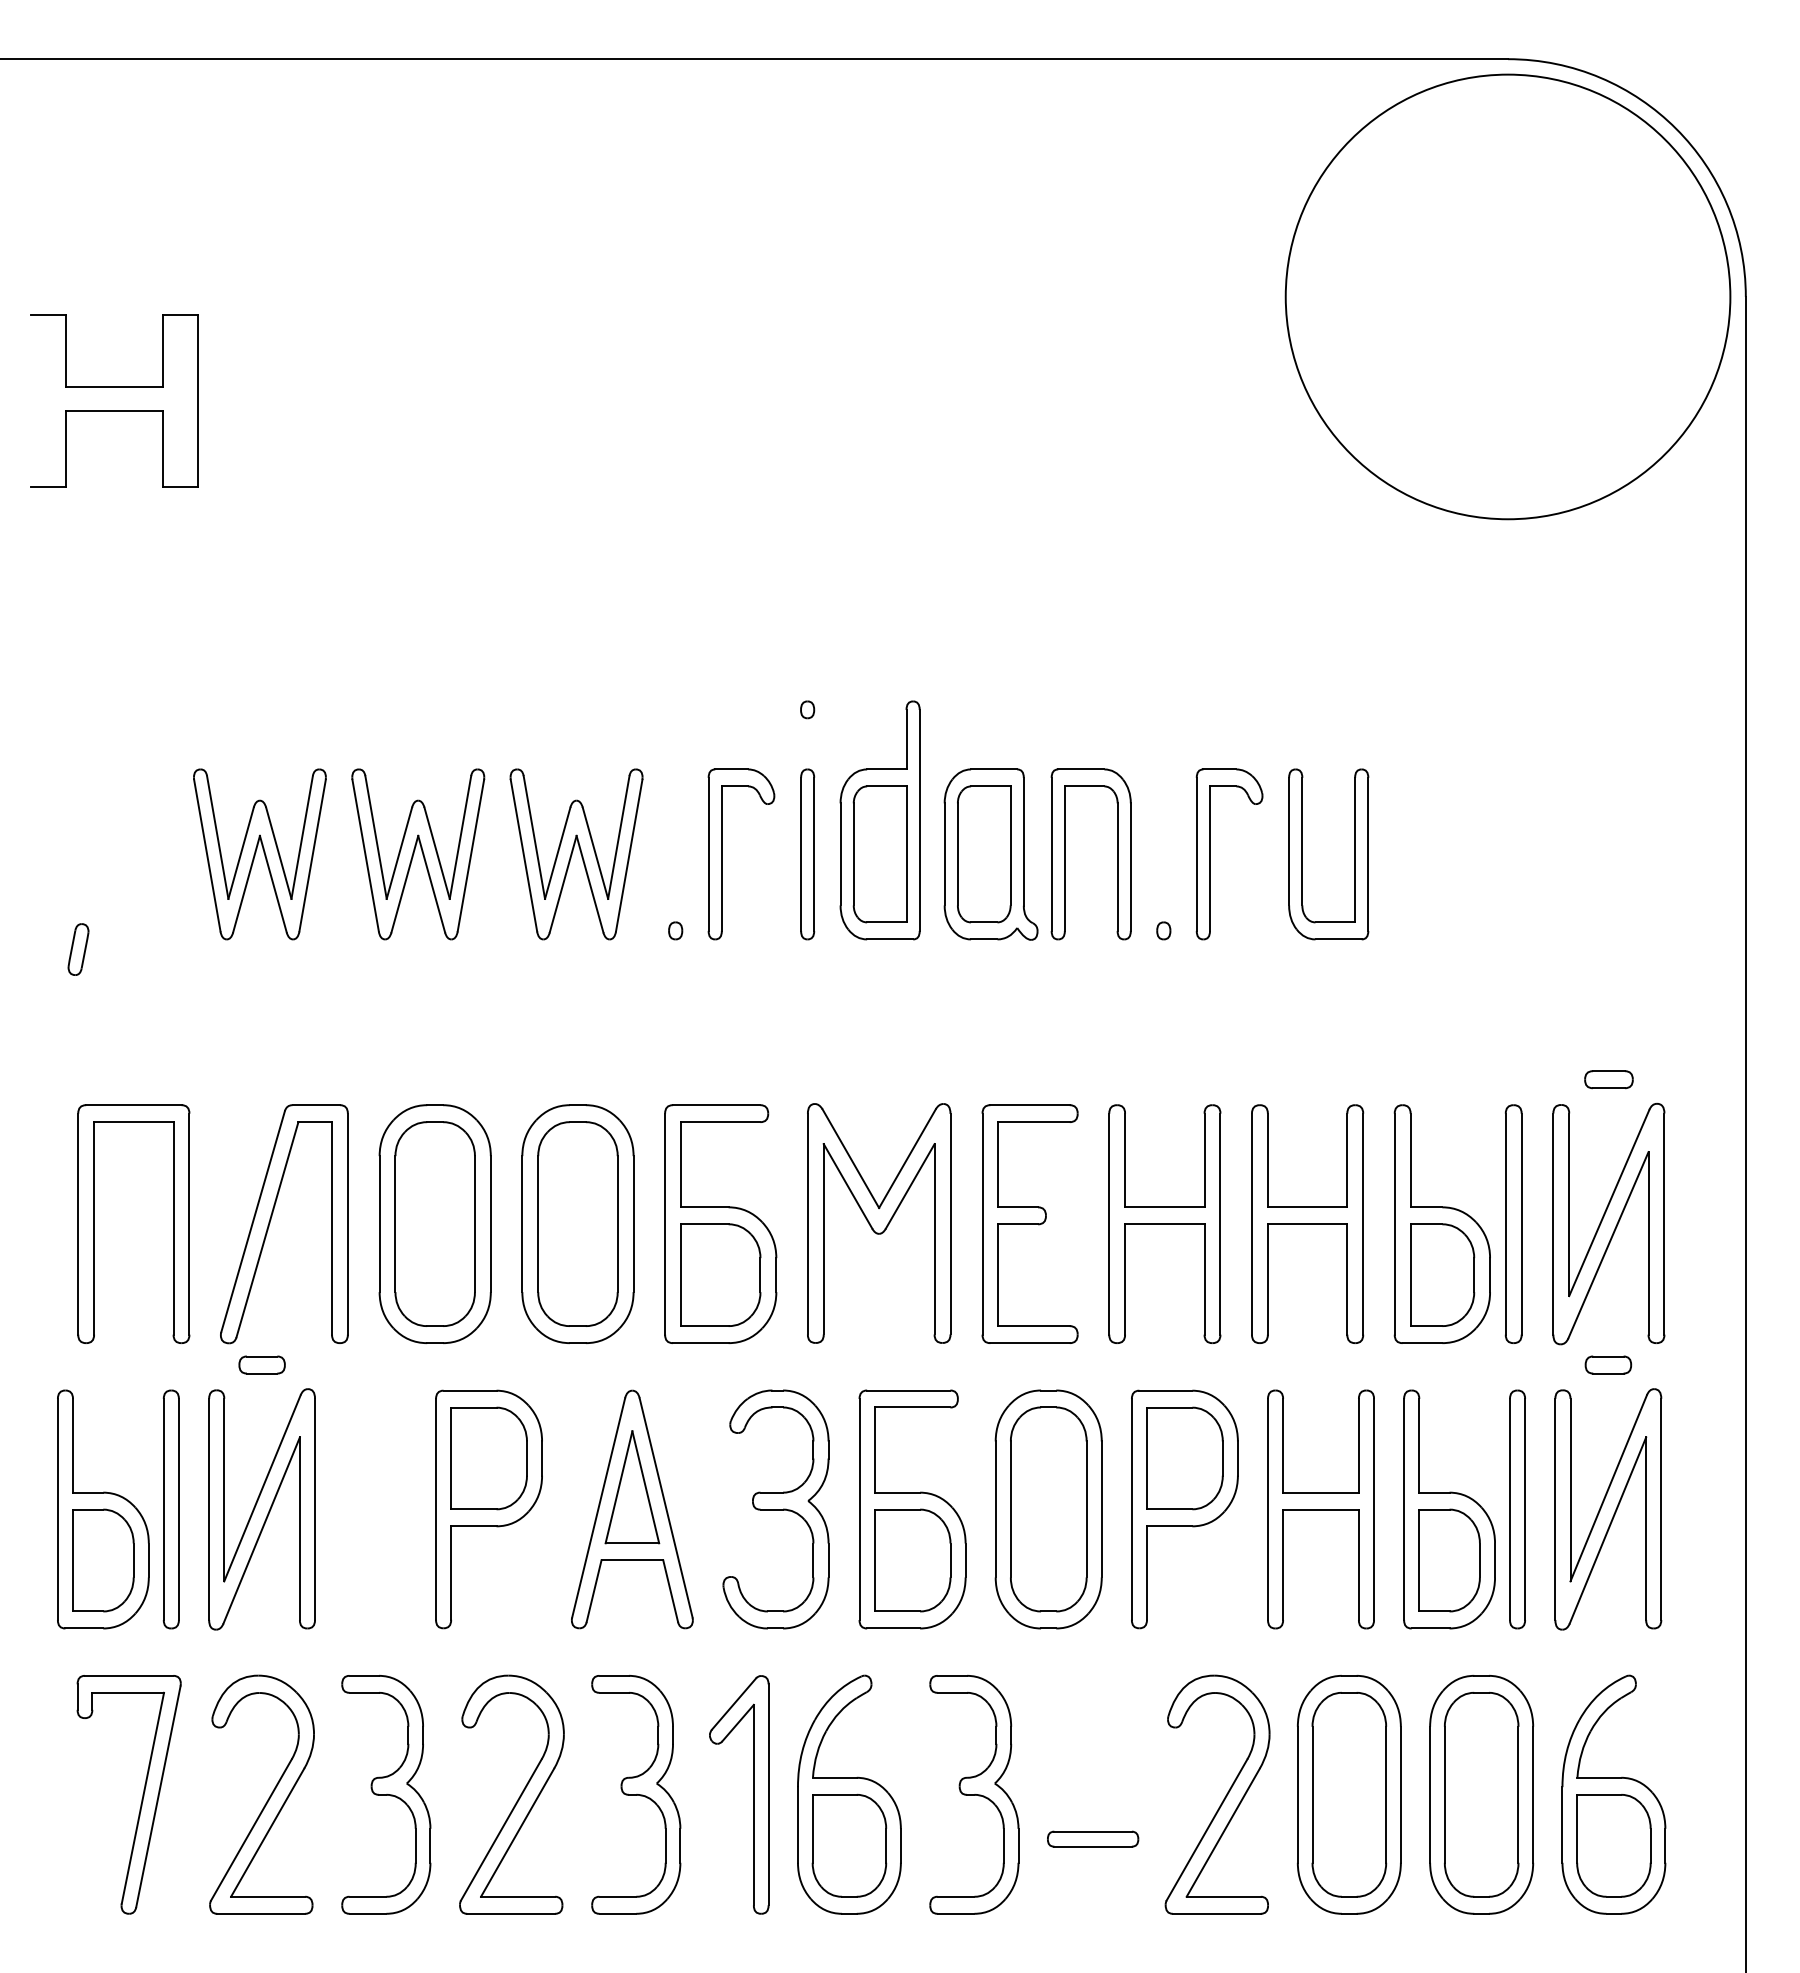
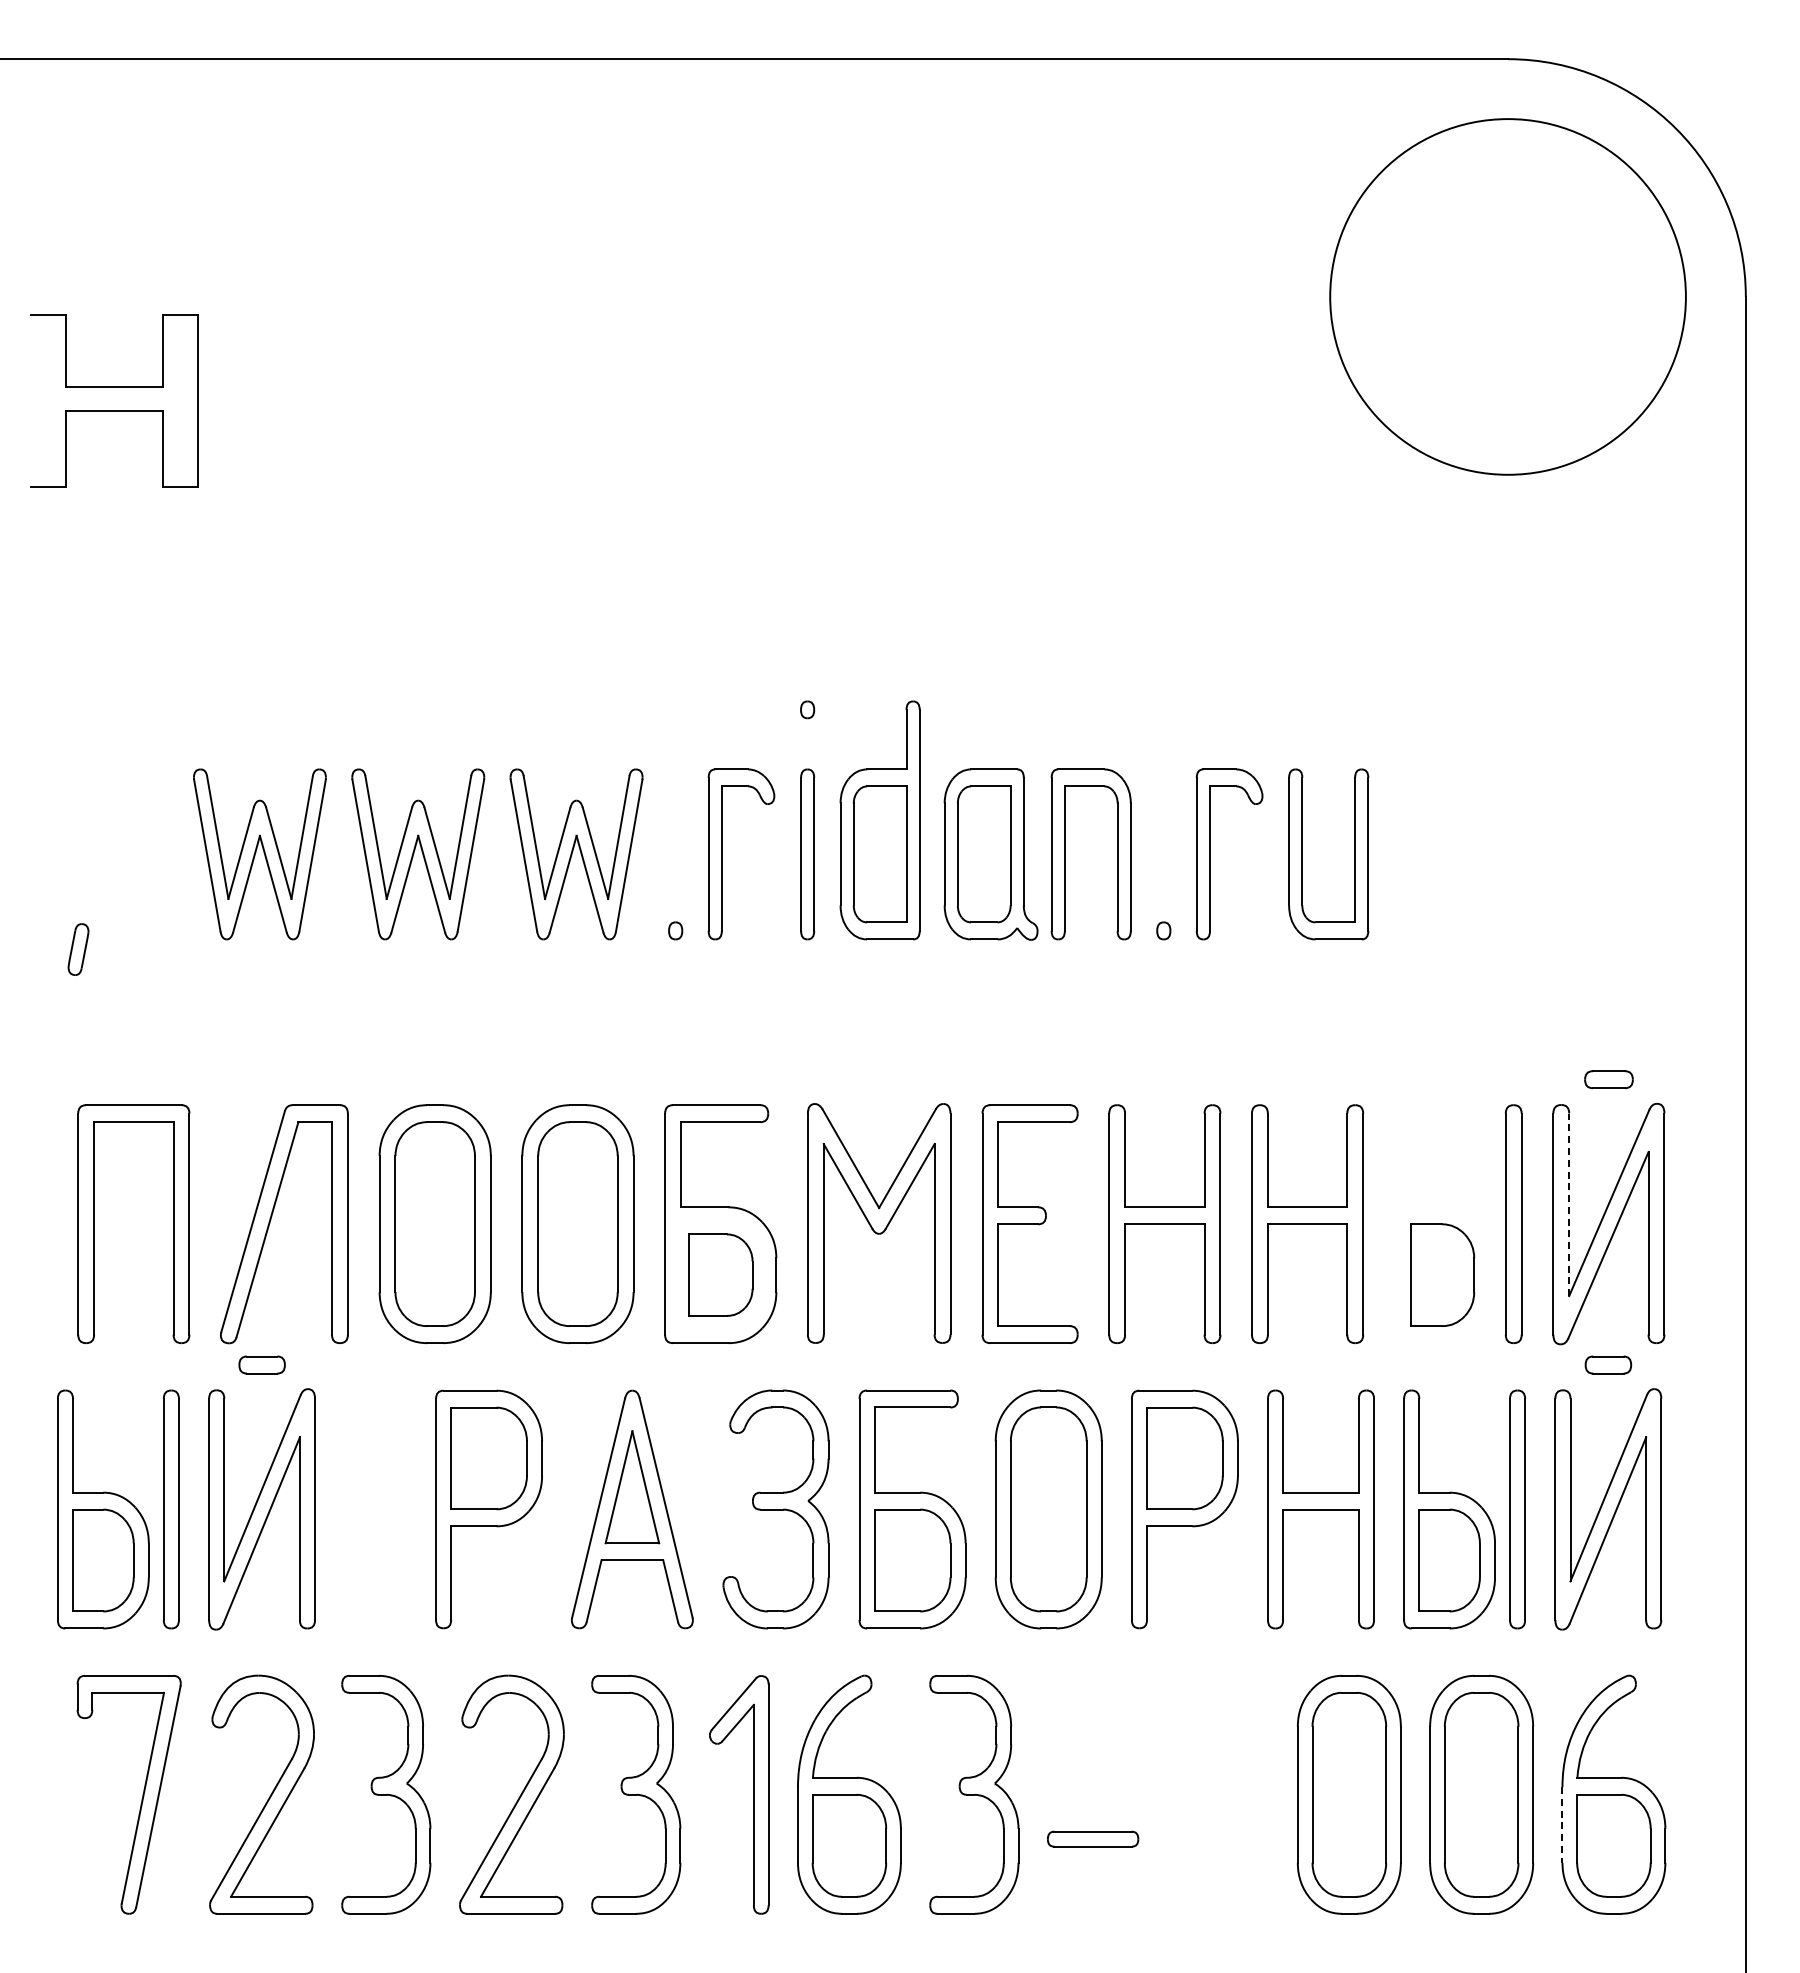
circle at (1507, 296) diameter: 445 px -> 356 px
line at (1569, 1204): solid -> dashed
part at (1441, 1223): present -> none
part at (720, 1274) size: 82x104 px -> 66x84 px
part at (1223, 1798): present -> none
line at (1562, 1824): solid -> dashed
